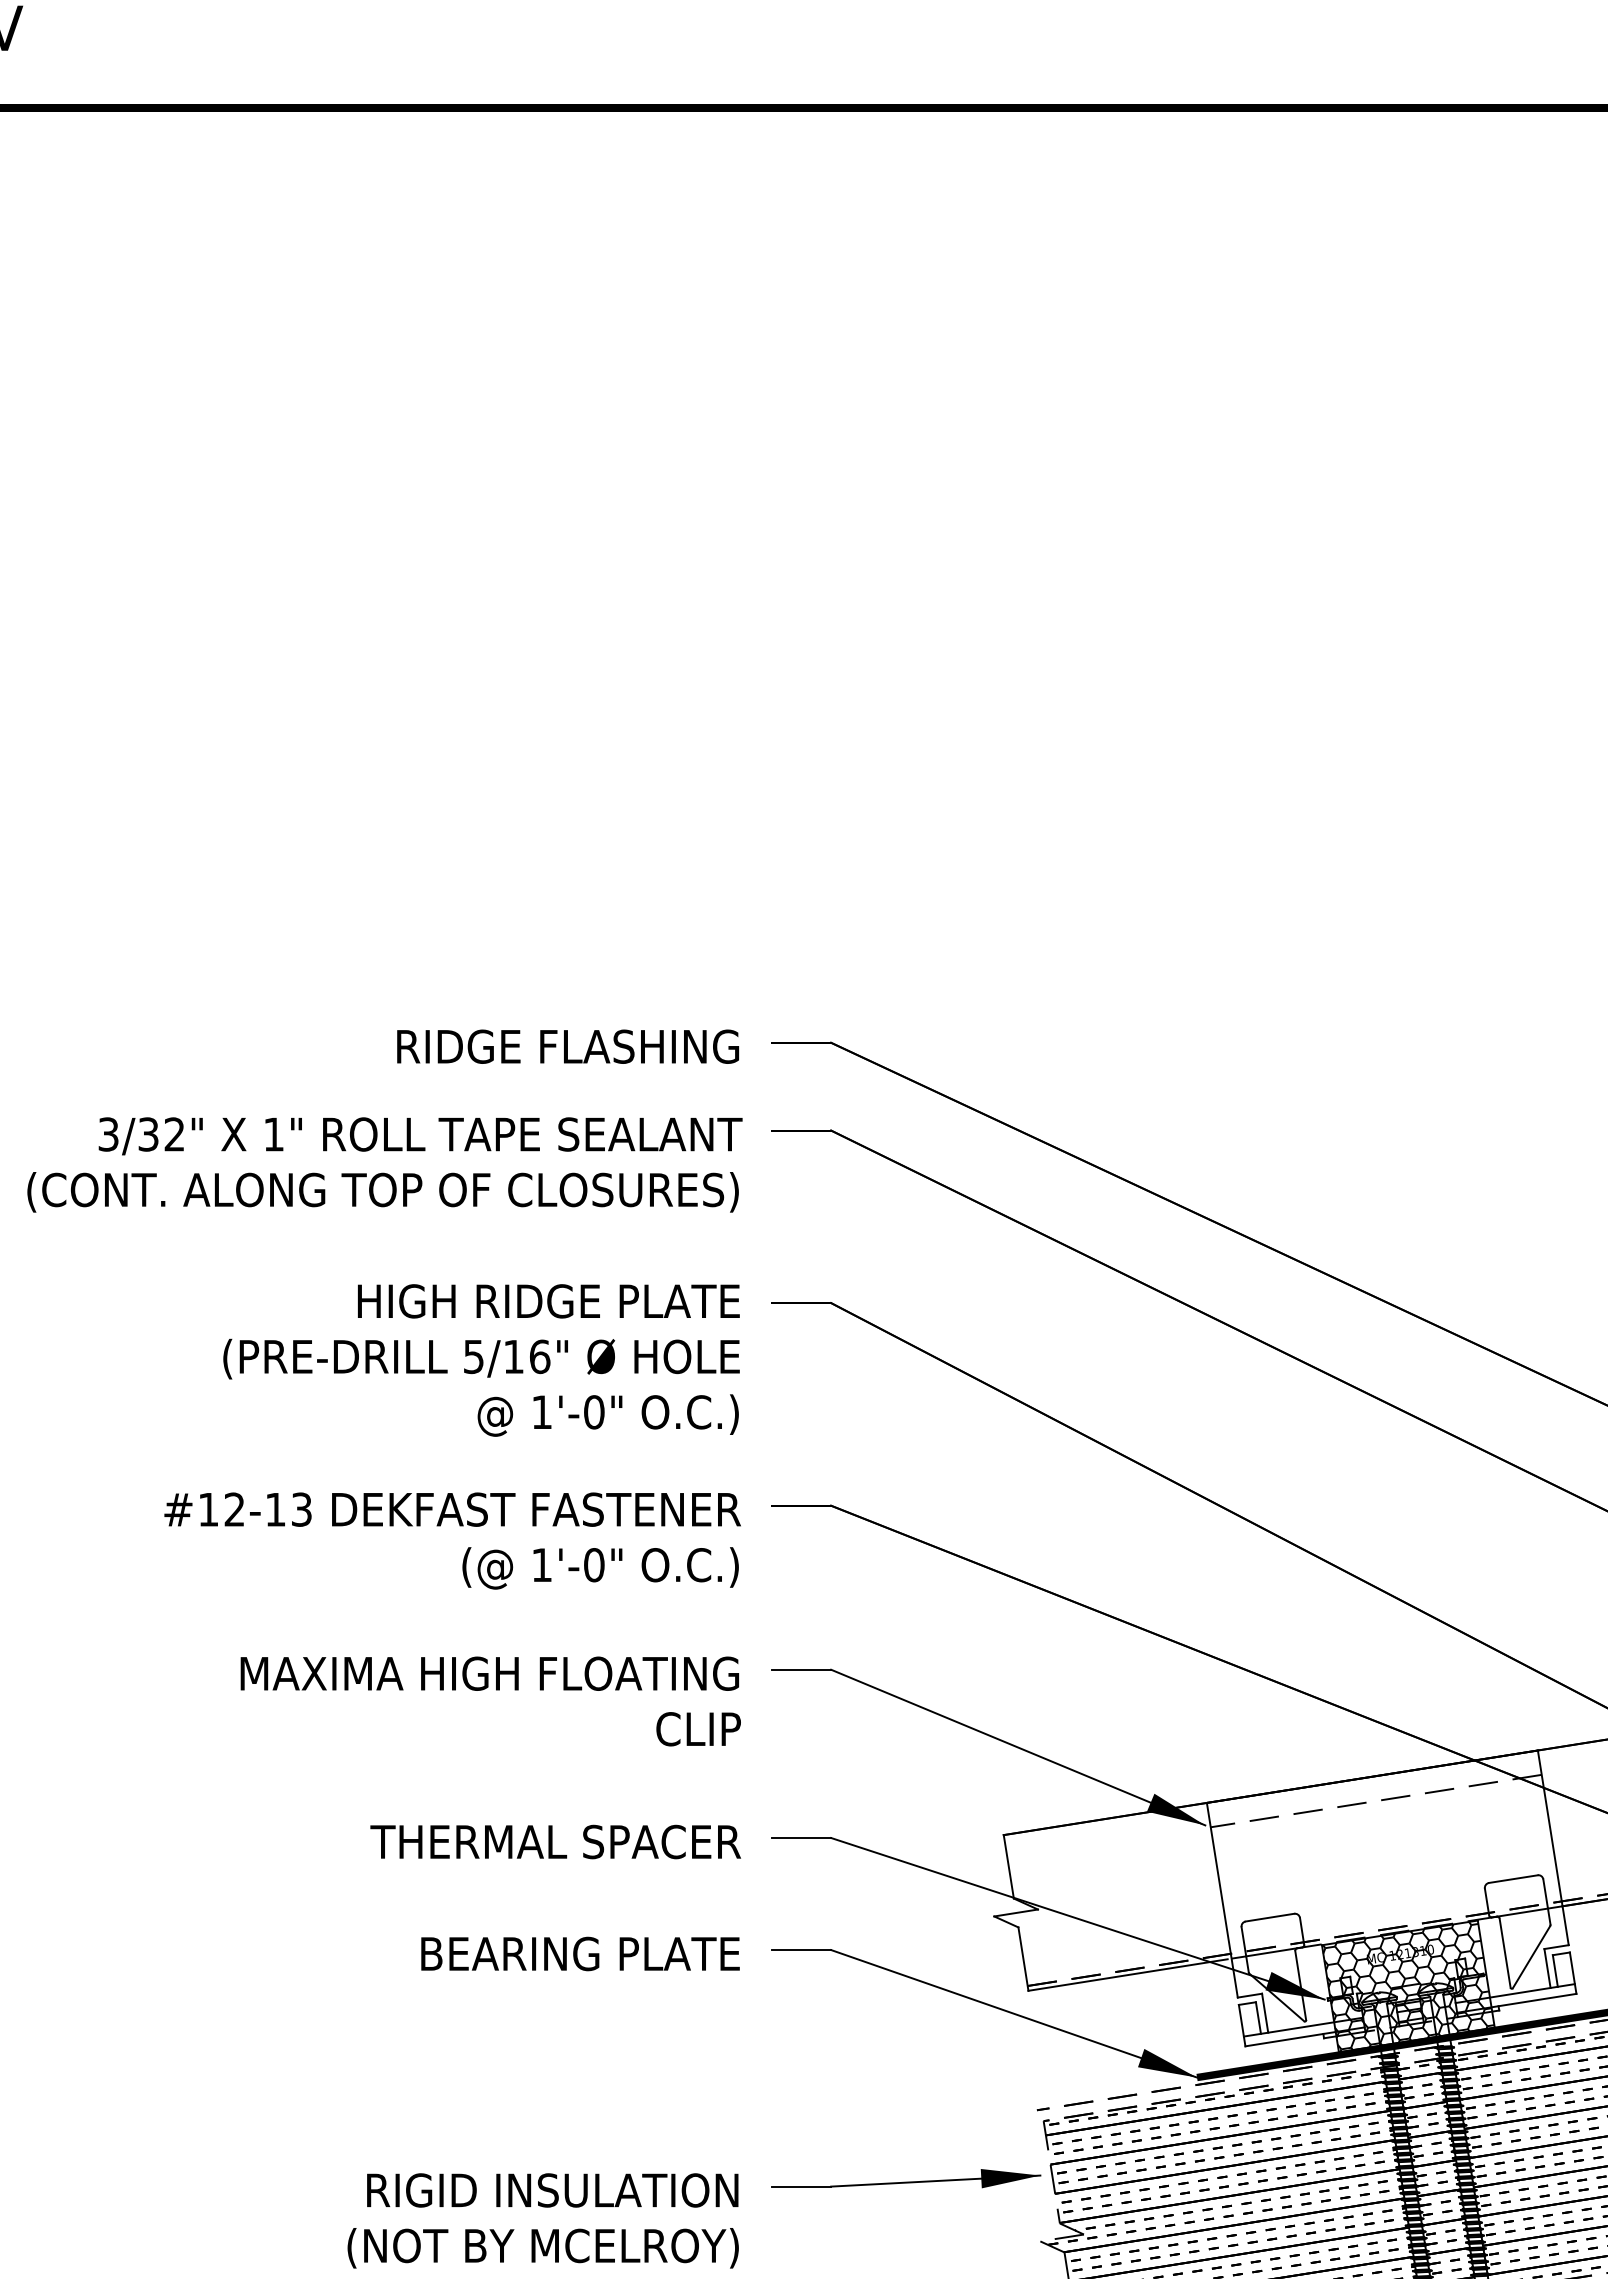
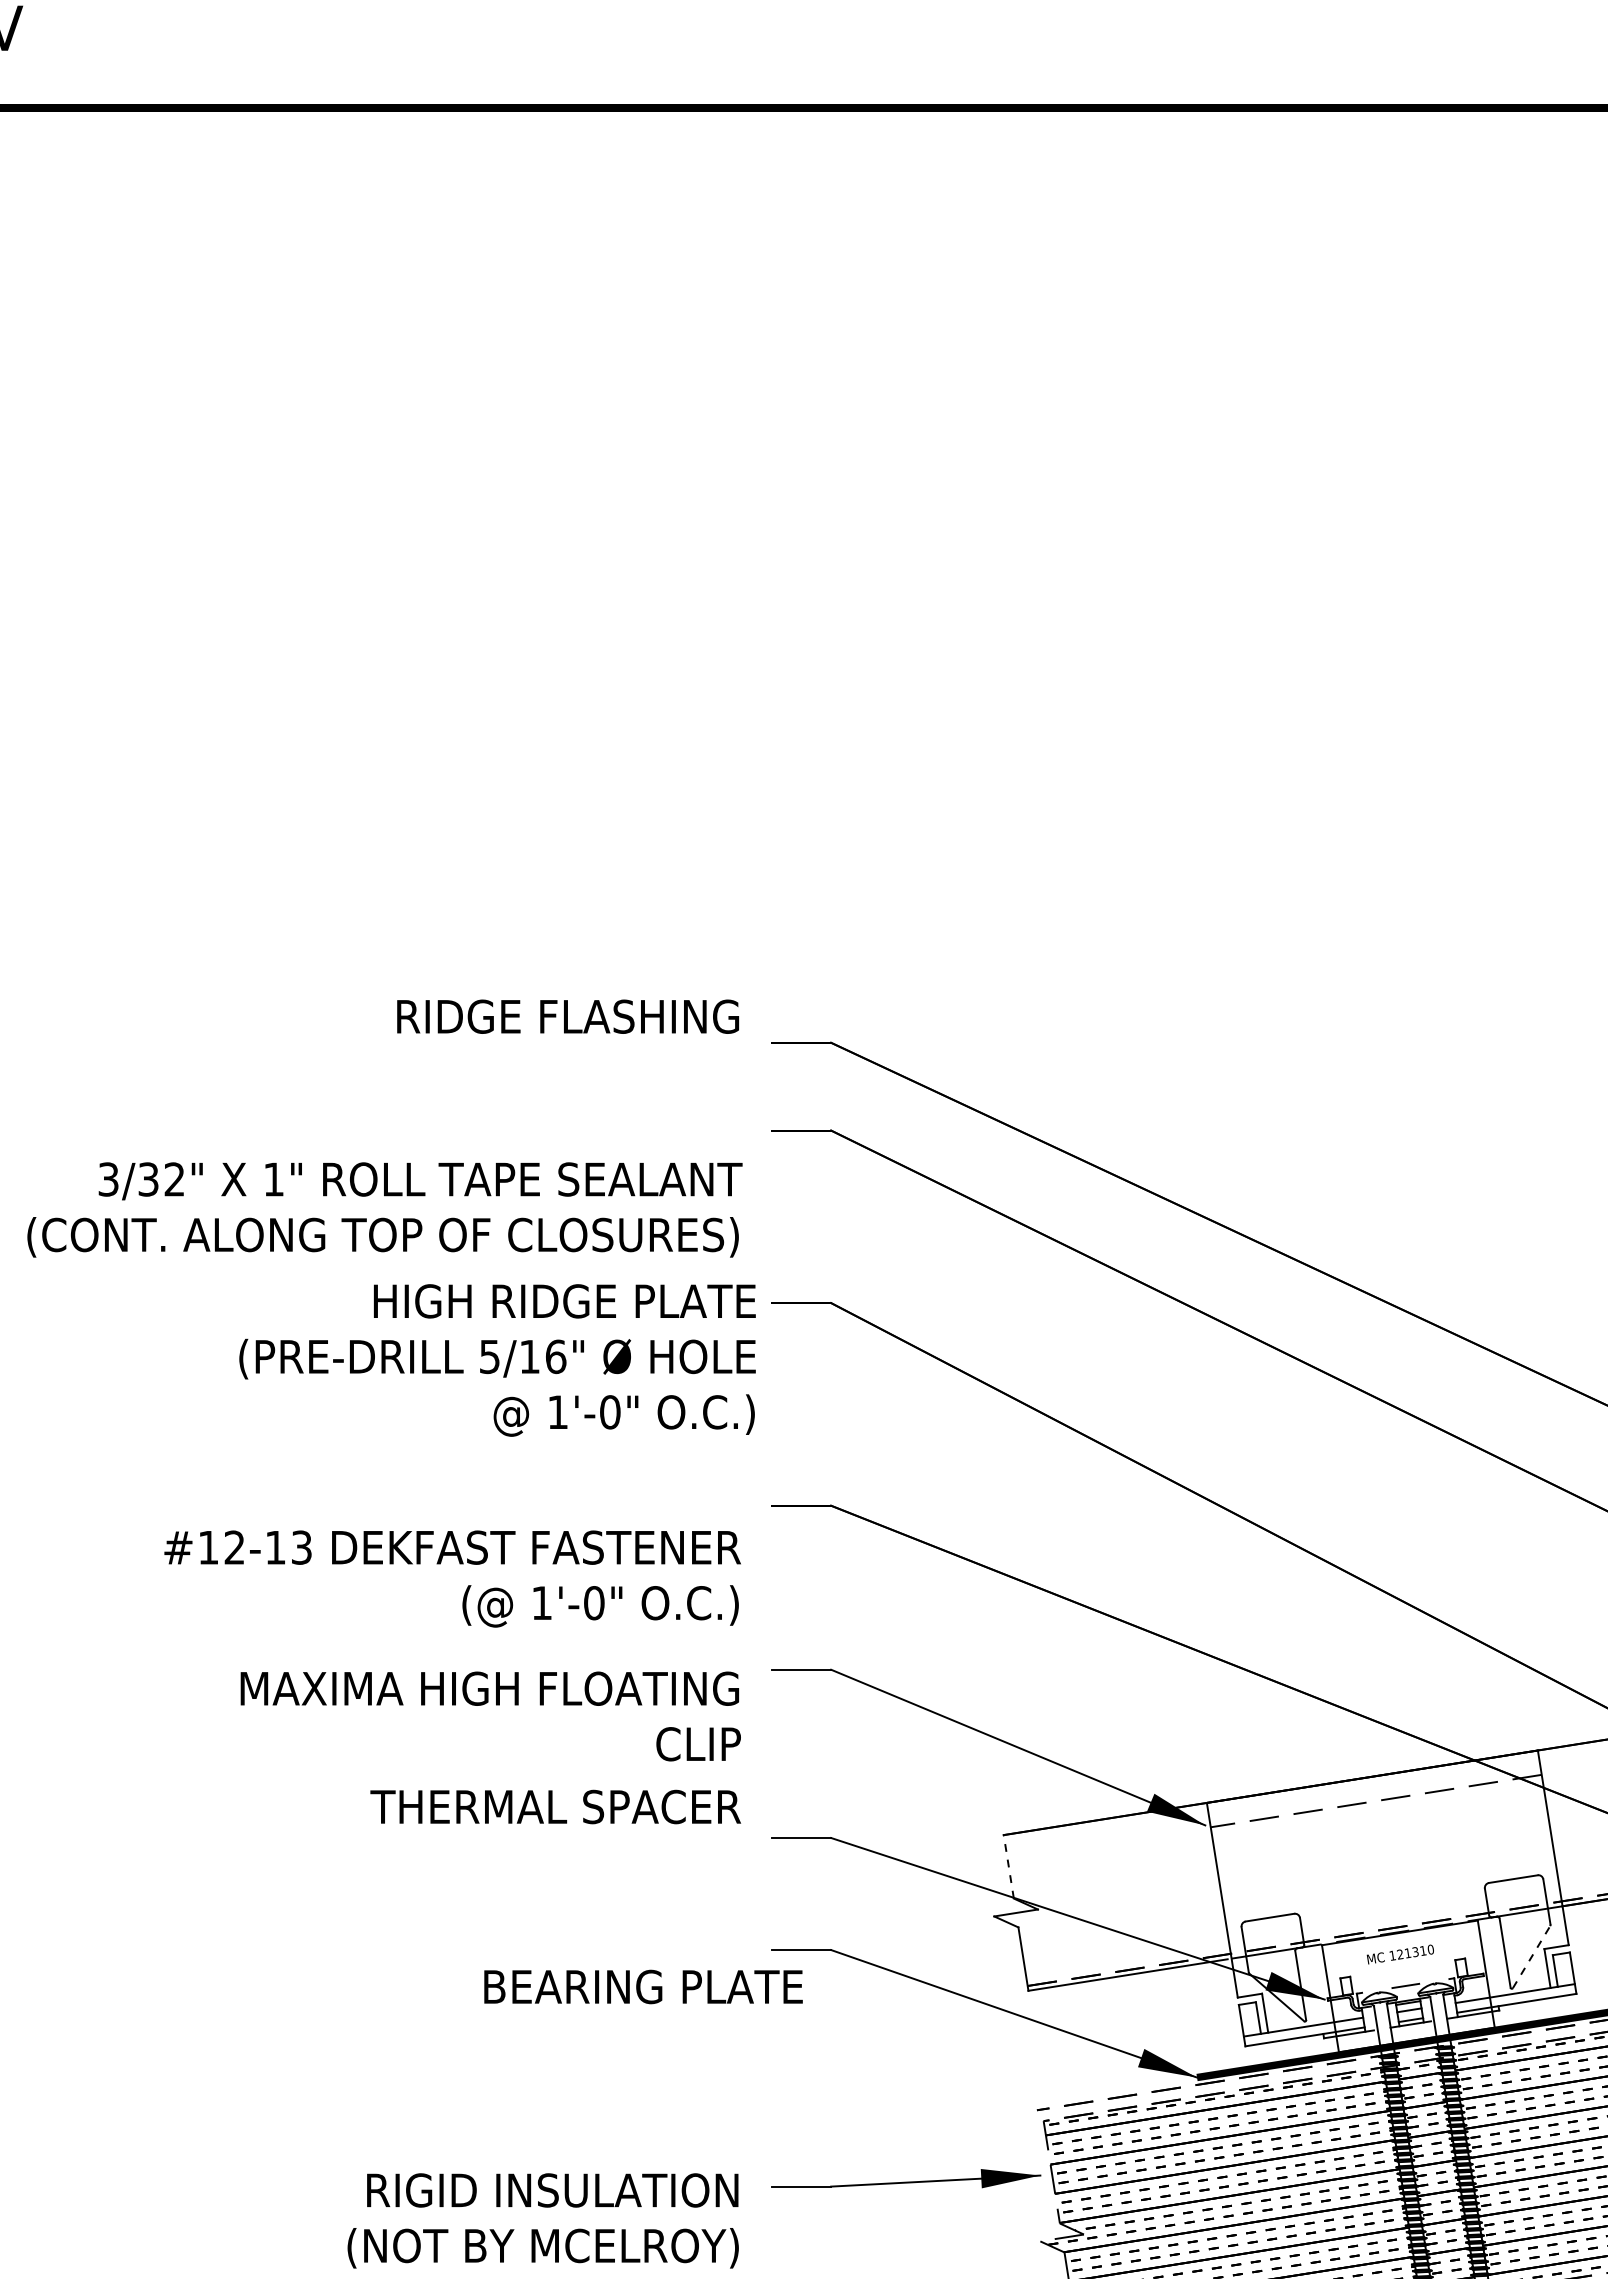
text at (567, 1046) position: (567, 1046) -> (567, 1016)
text at (384, 1164) position: (384, 1164) -> (384, 1209)
text at (481, 1360) position: (481, 1360) -> (497, 1360)
text at (452, 1540) position: (452, 1540) -> (452, 1578)
text at (490, 1701) position: (490, 1701) -> (490, 1716)
text at (555, 1841) position: (555, 1841) -> (555, 1806)
line at (1008, 1866): solid -> dashed
text at (580, 1953) position: (580, 1953) -> (643, 1986)
line at (1531, 1956): solid -> dashed
hatch at (1408, 1986): present -> none
